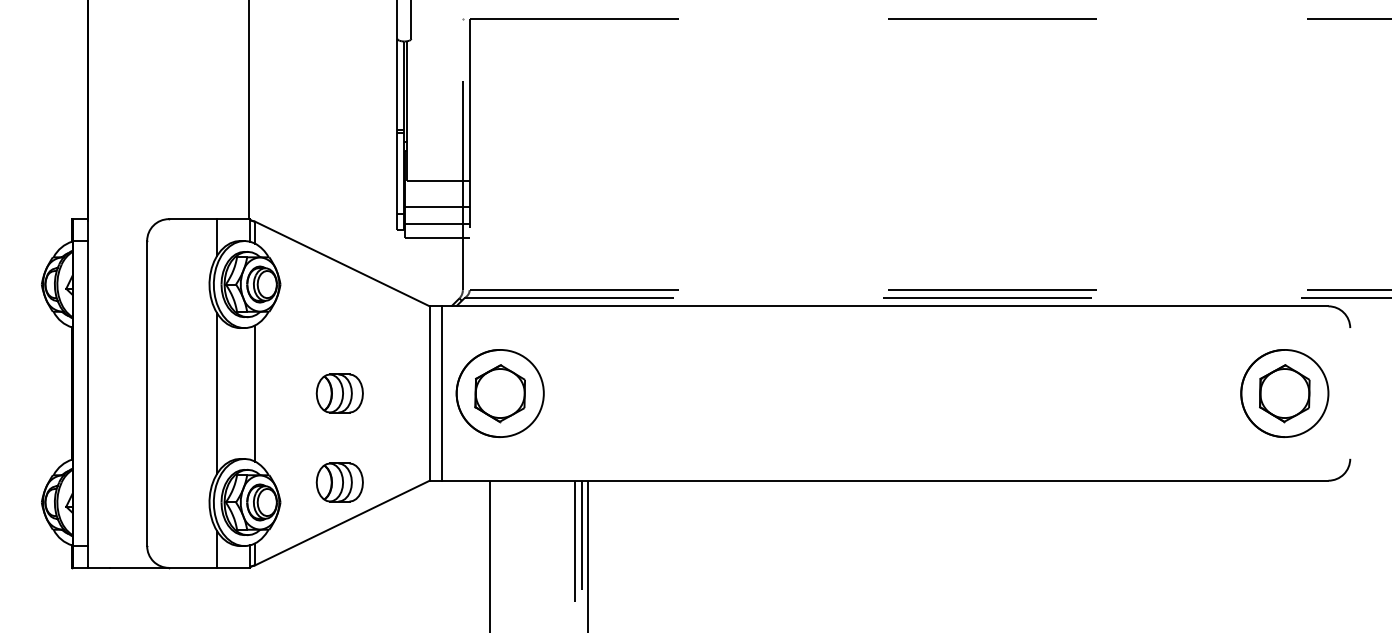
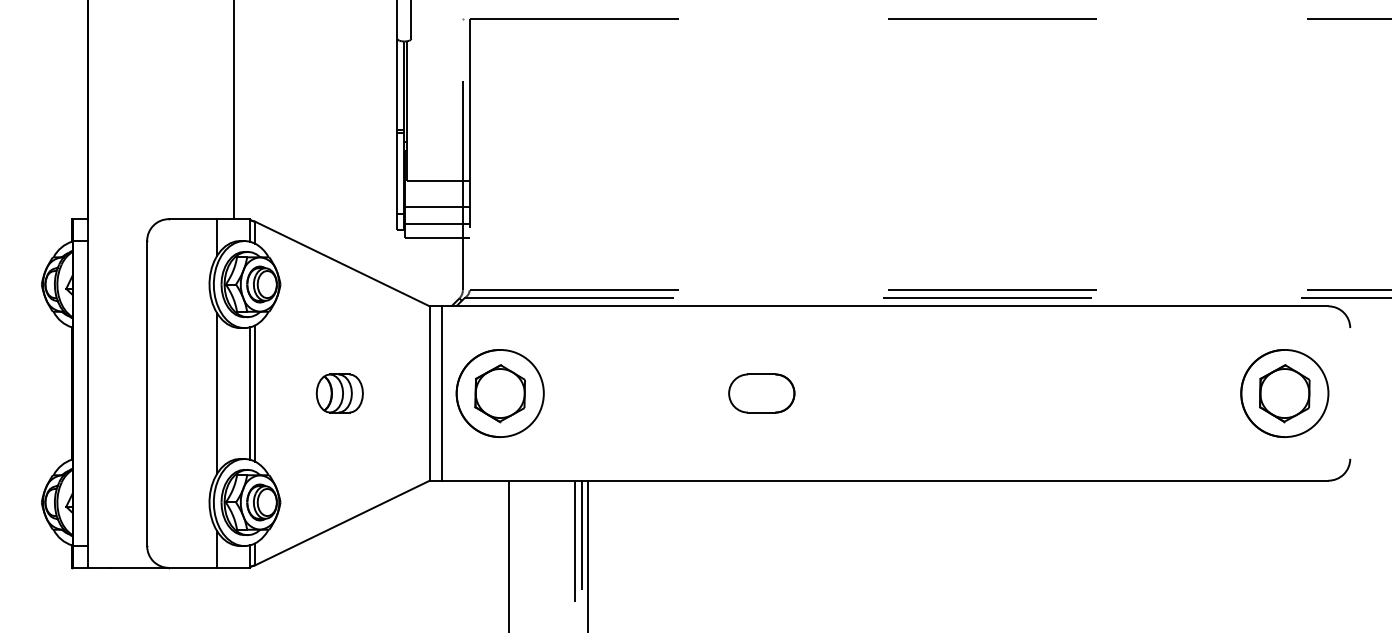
line at (249, 110) position: (249, 110) -> (234, 110)
line at (249, 393): none -> present
part at (761, 393): none -> present
part at (339, 482): present -> none
line at (490, 554) position: (490, 554) -> (509, 554)
